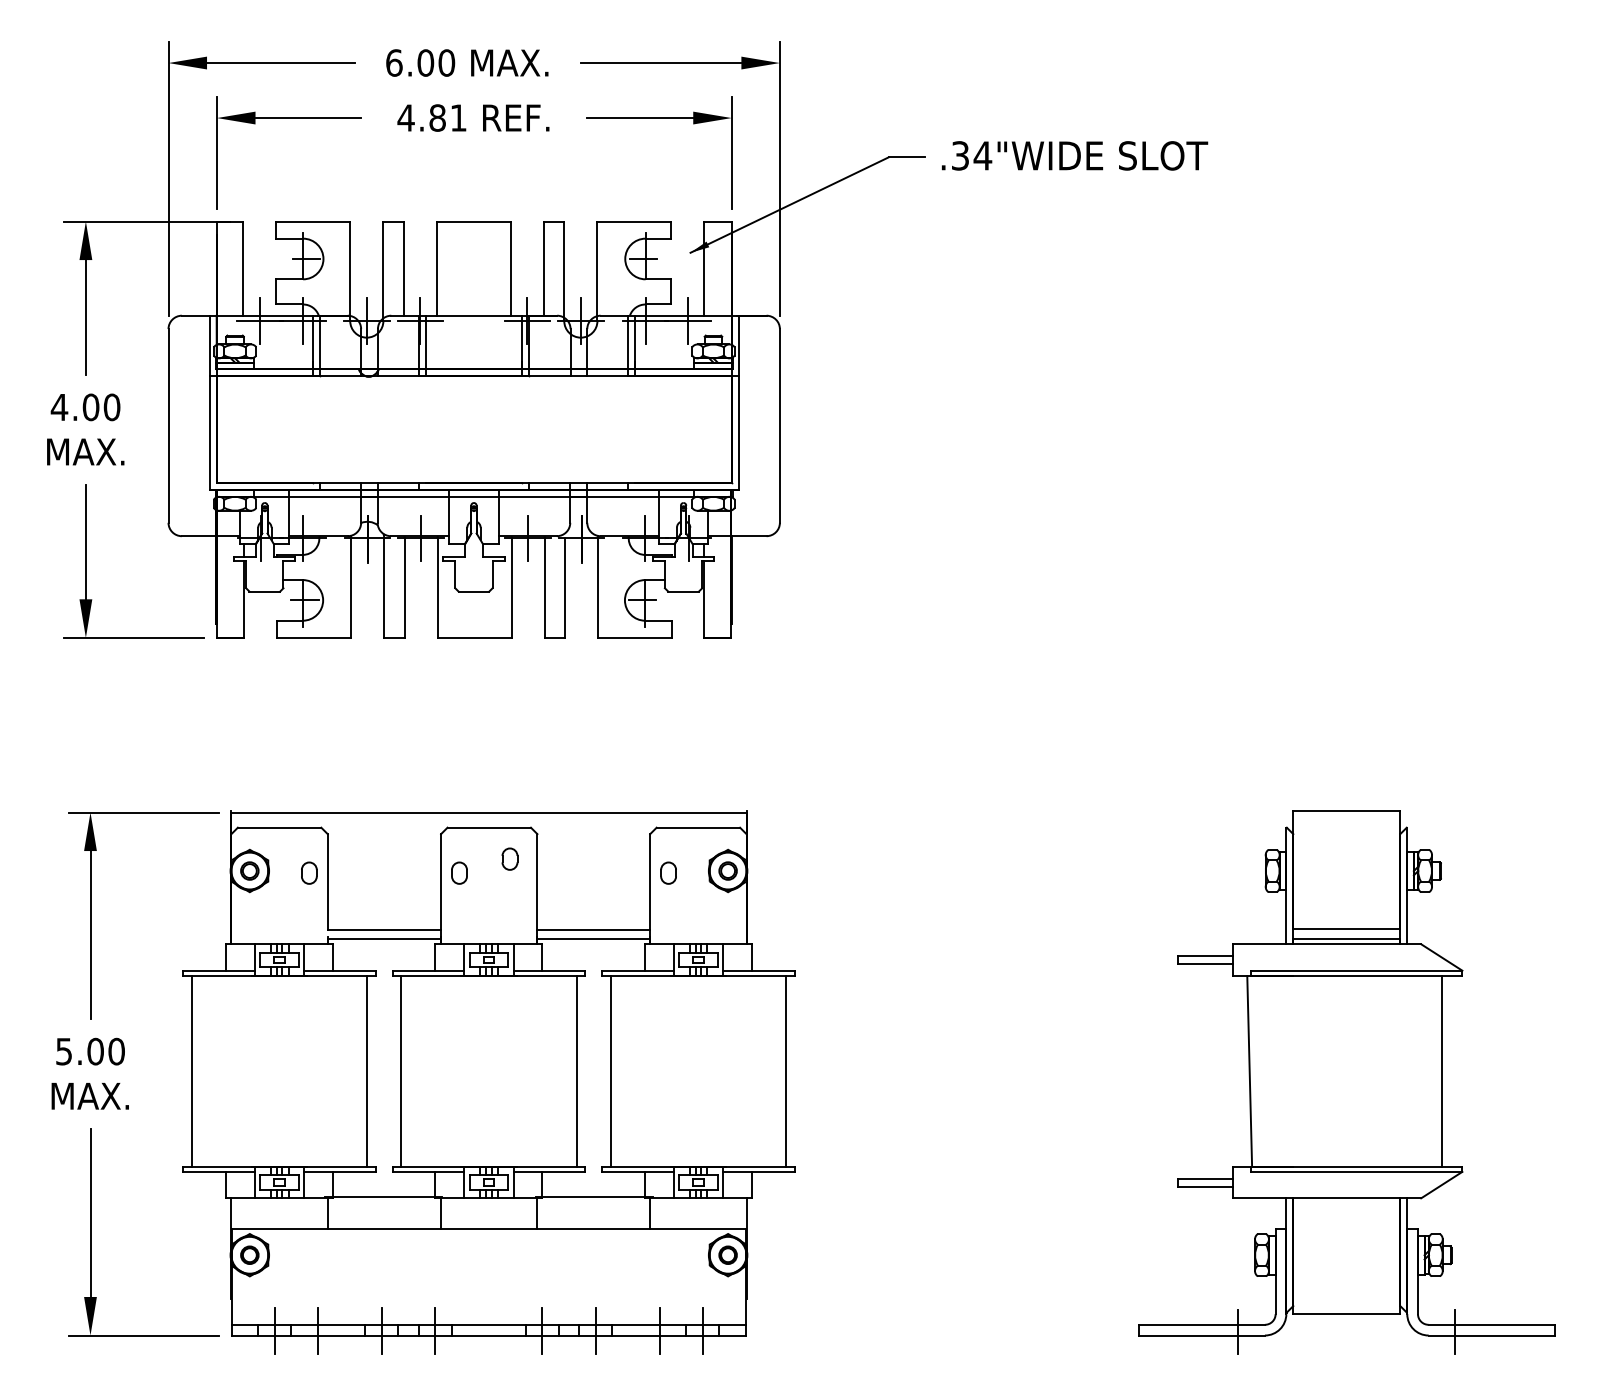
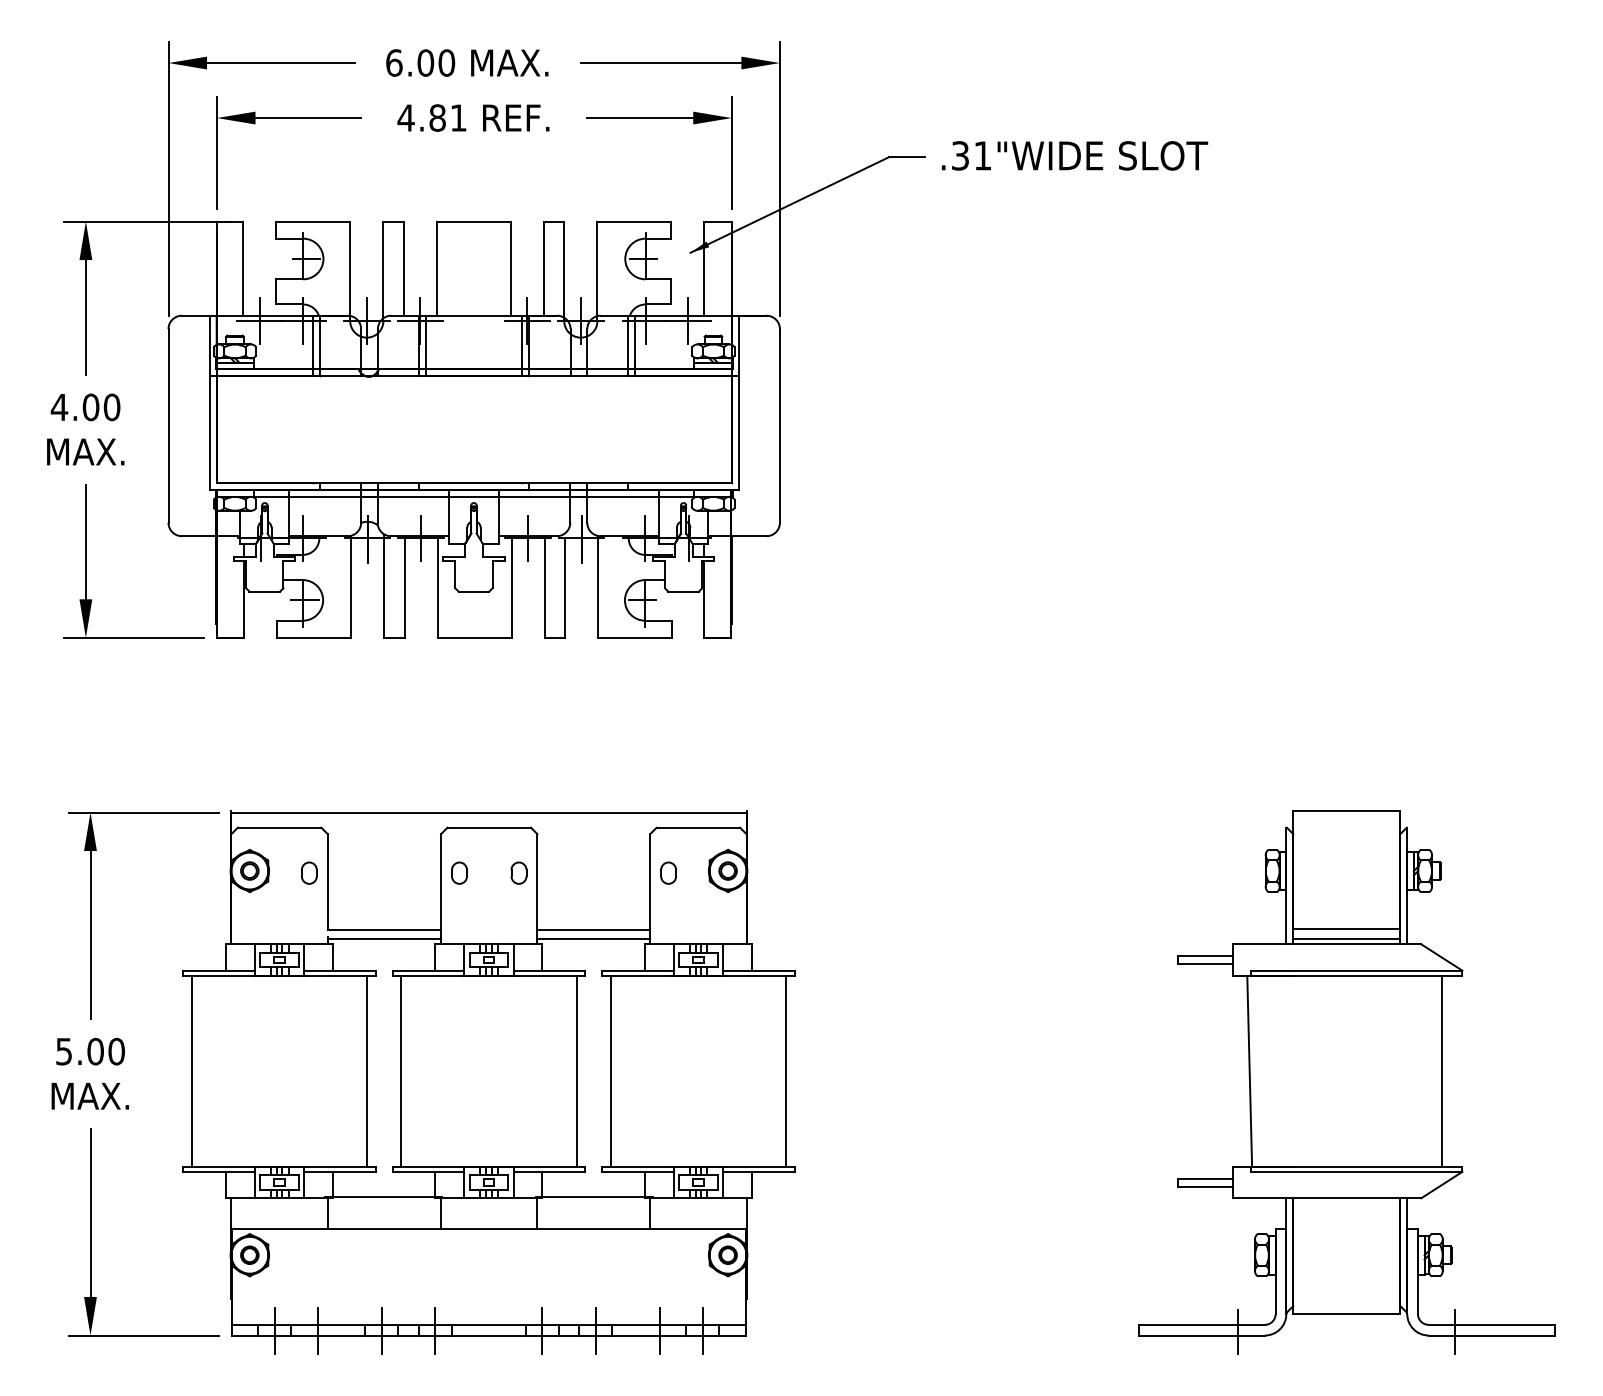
text at (982, 155): .34"WIDE -> .31"WIDE
part at (509, 858) position: (509, 858) -> (518, 872)
